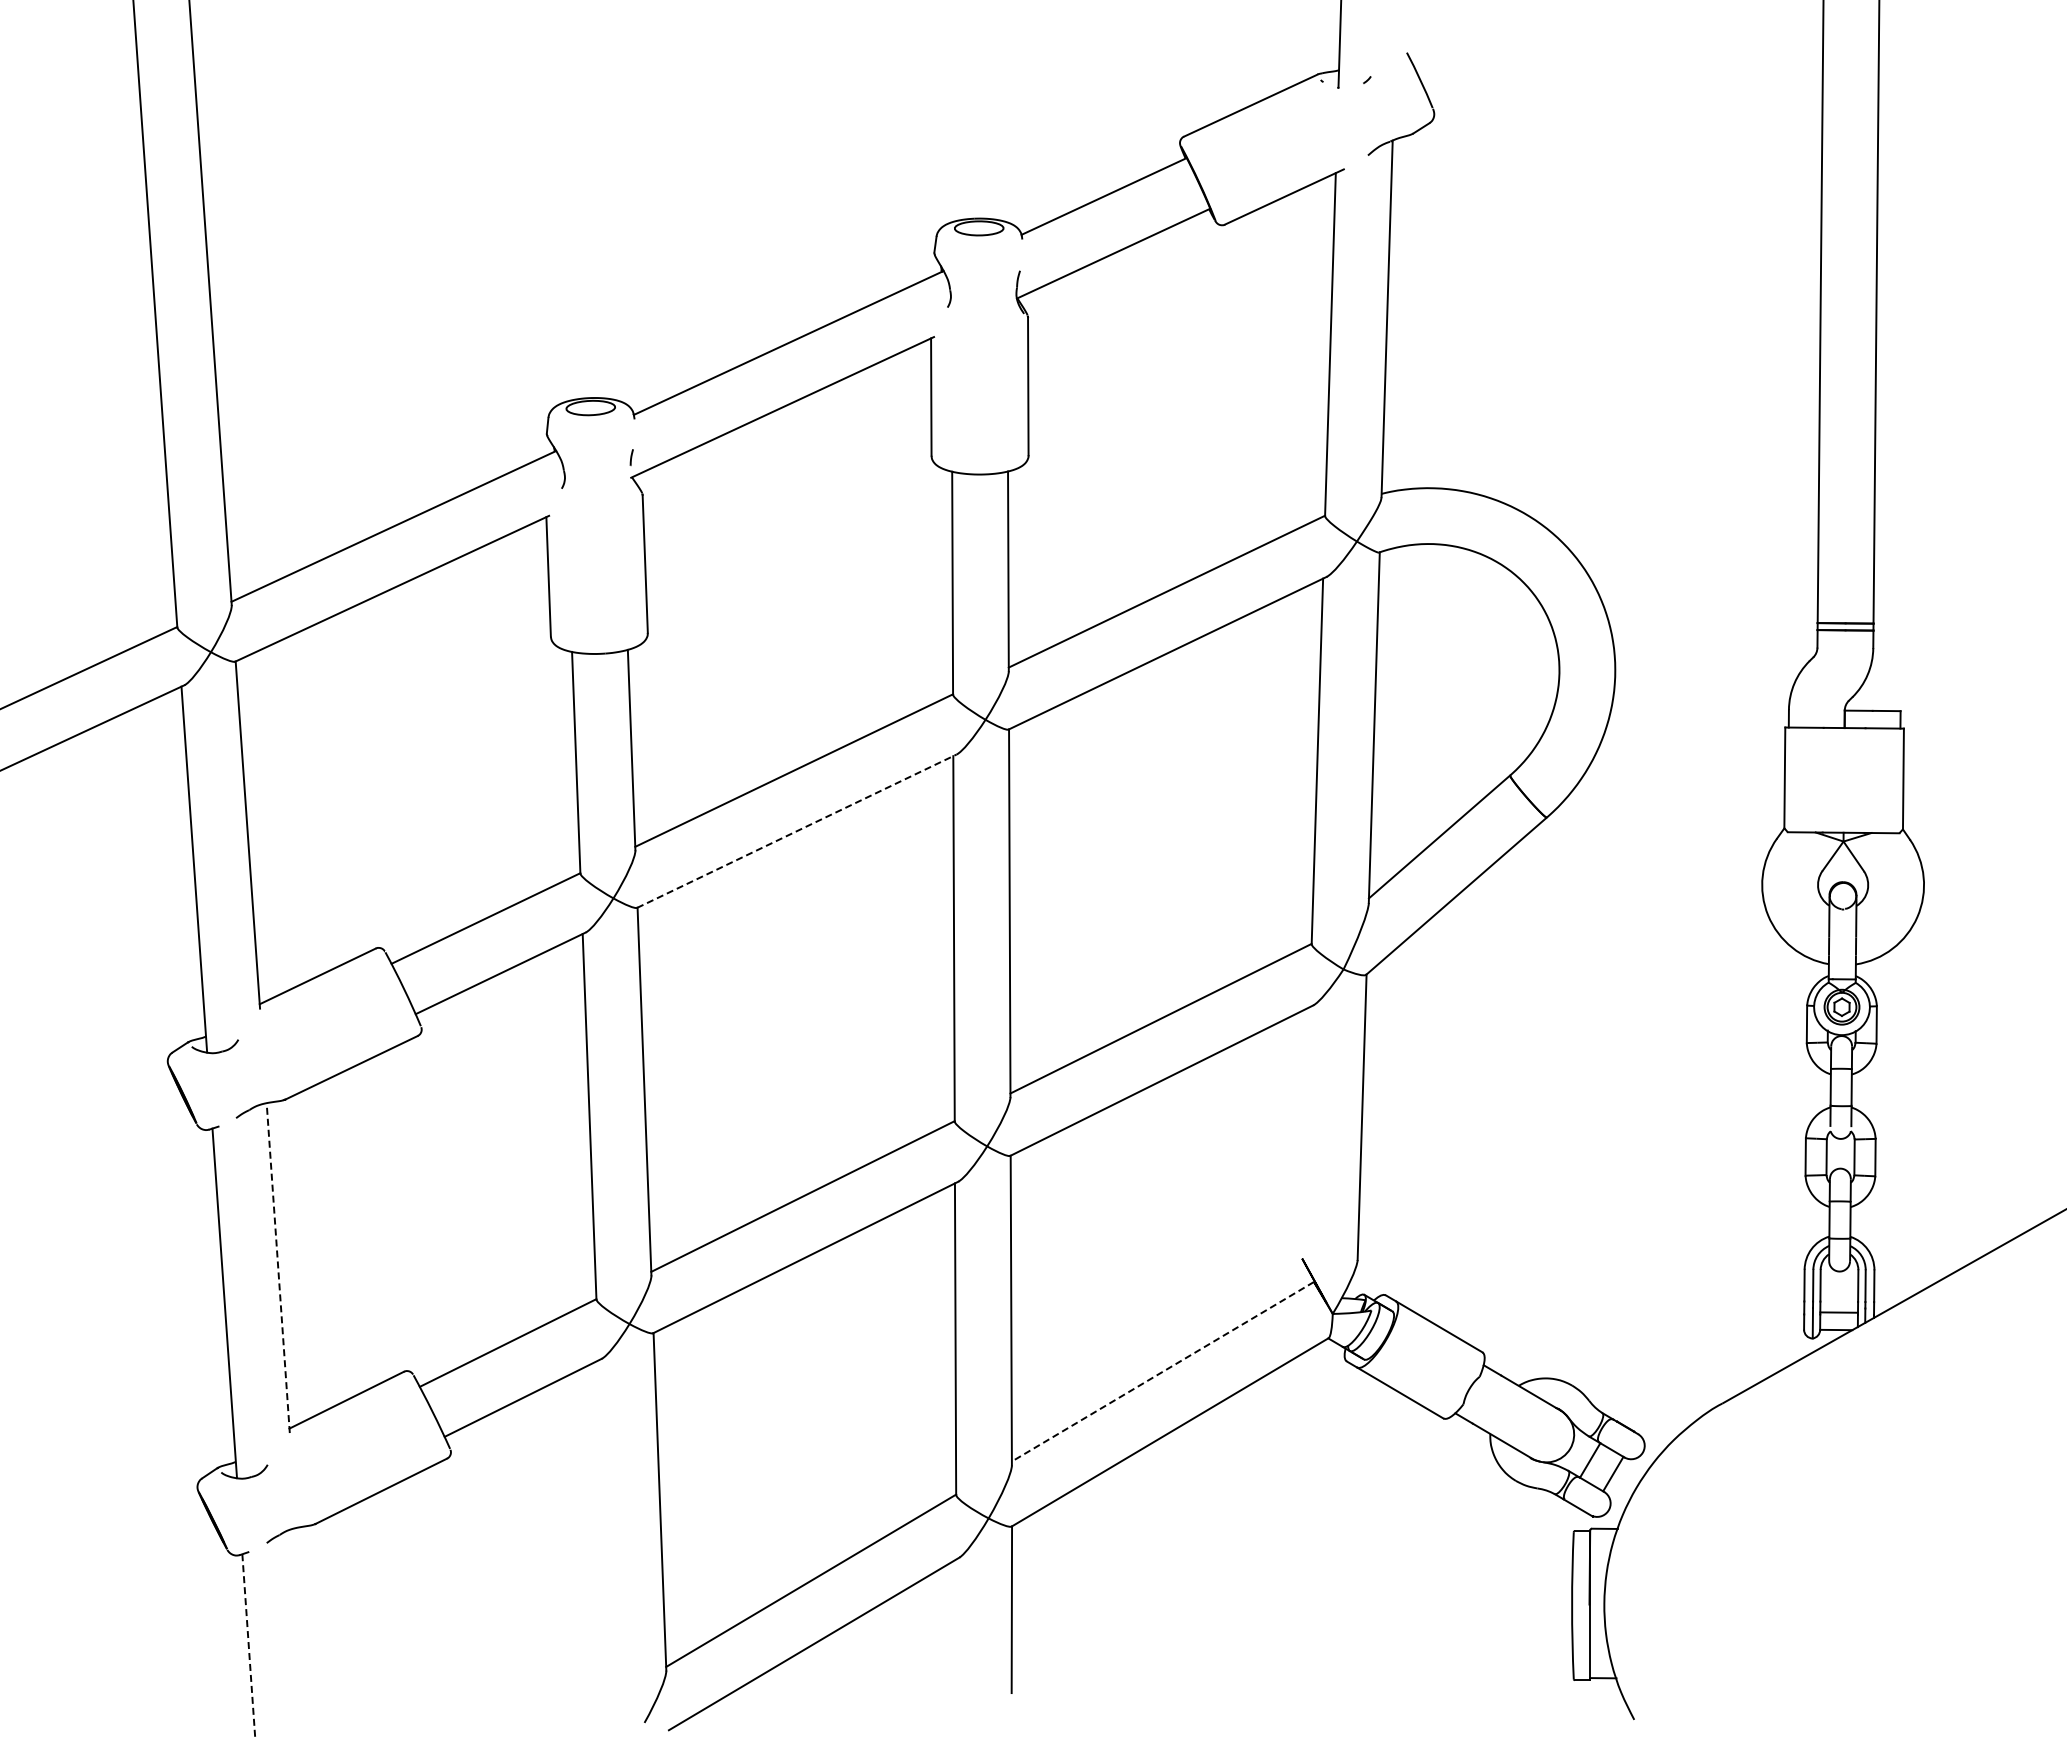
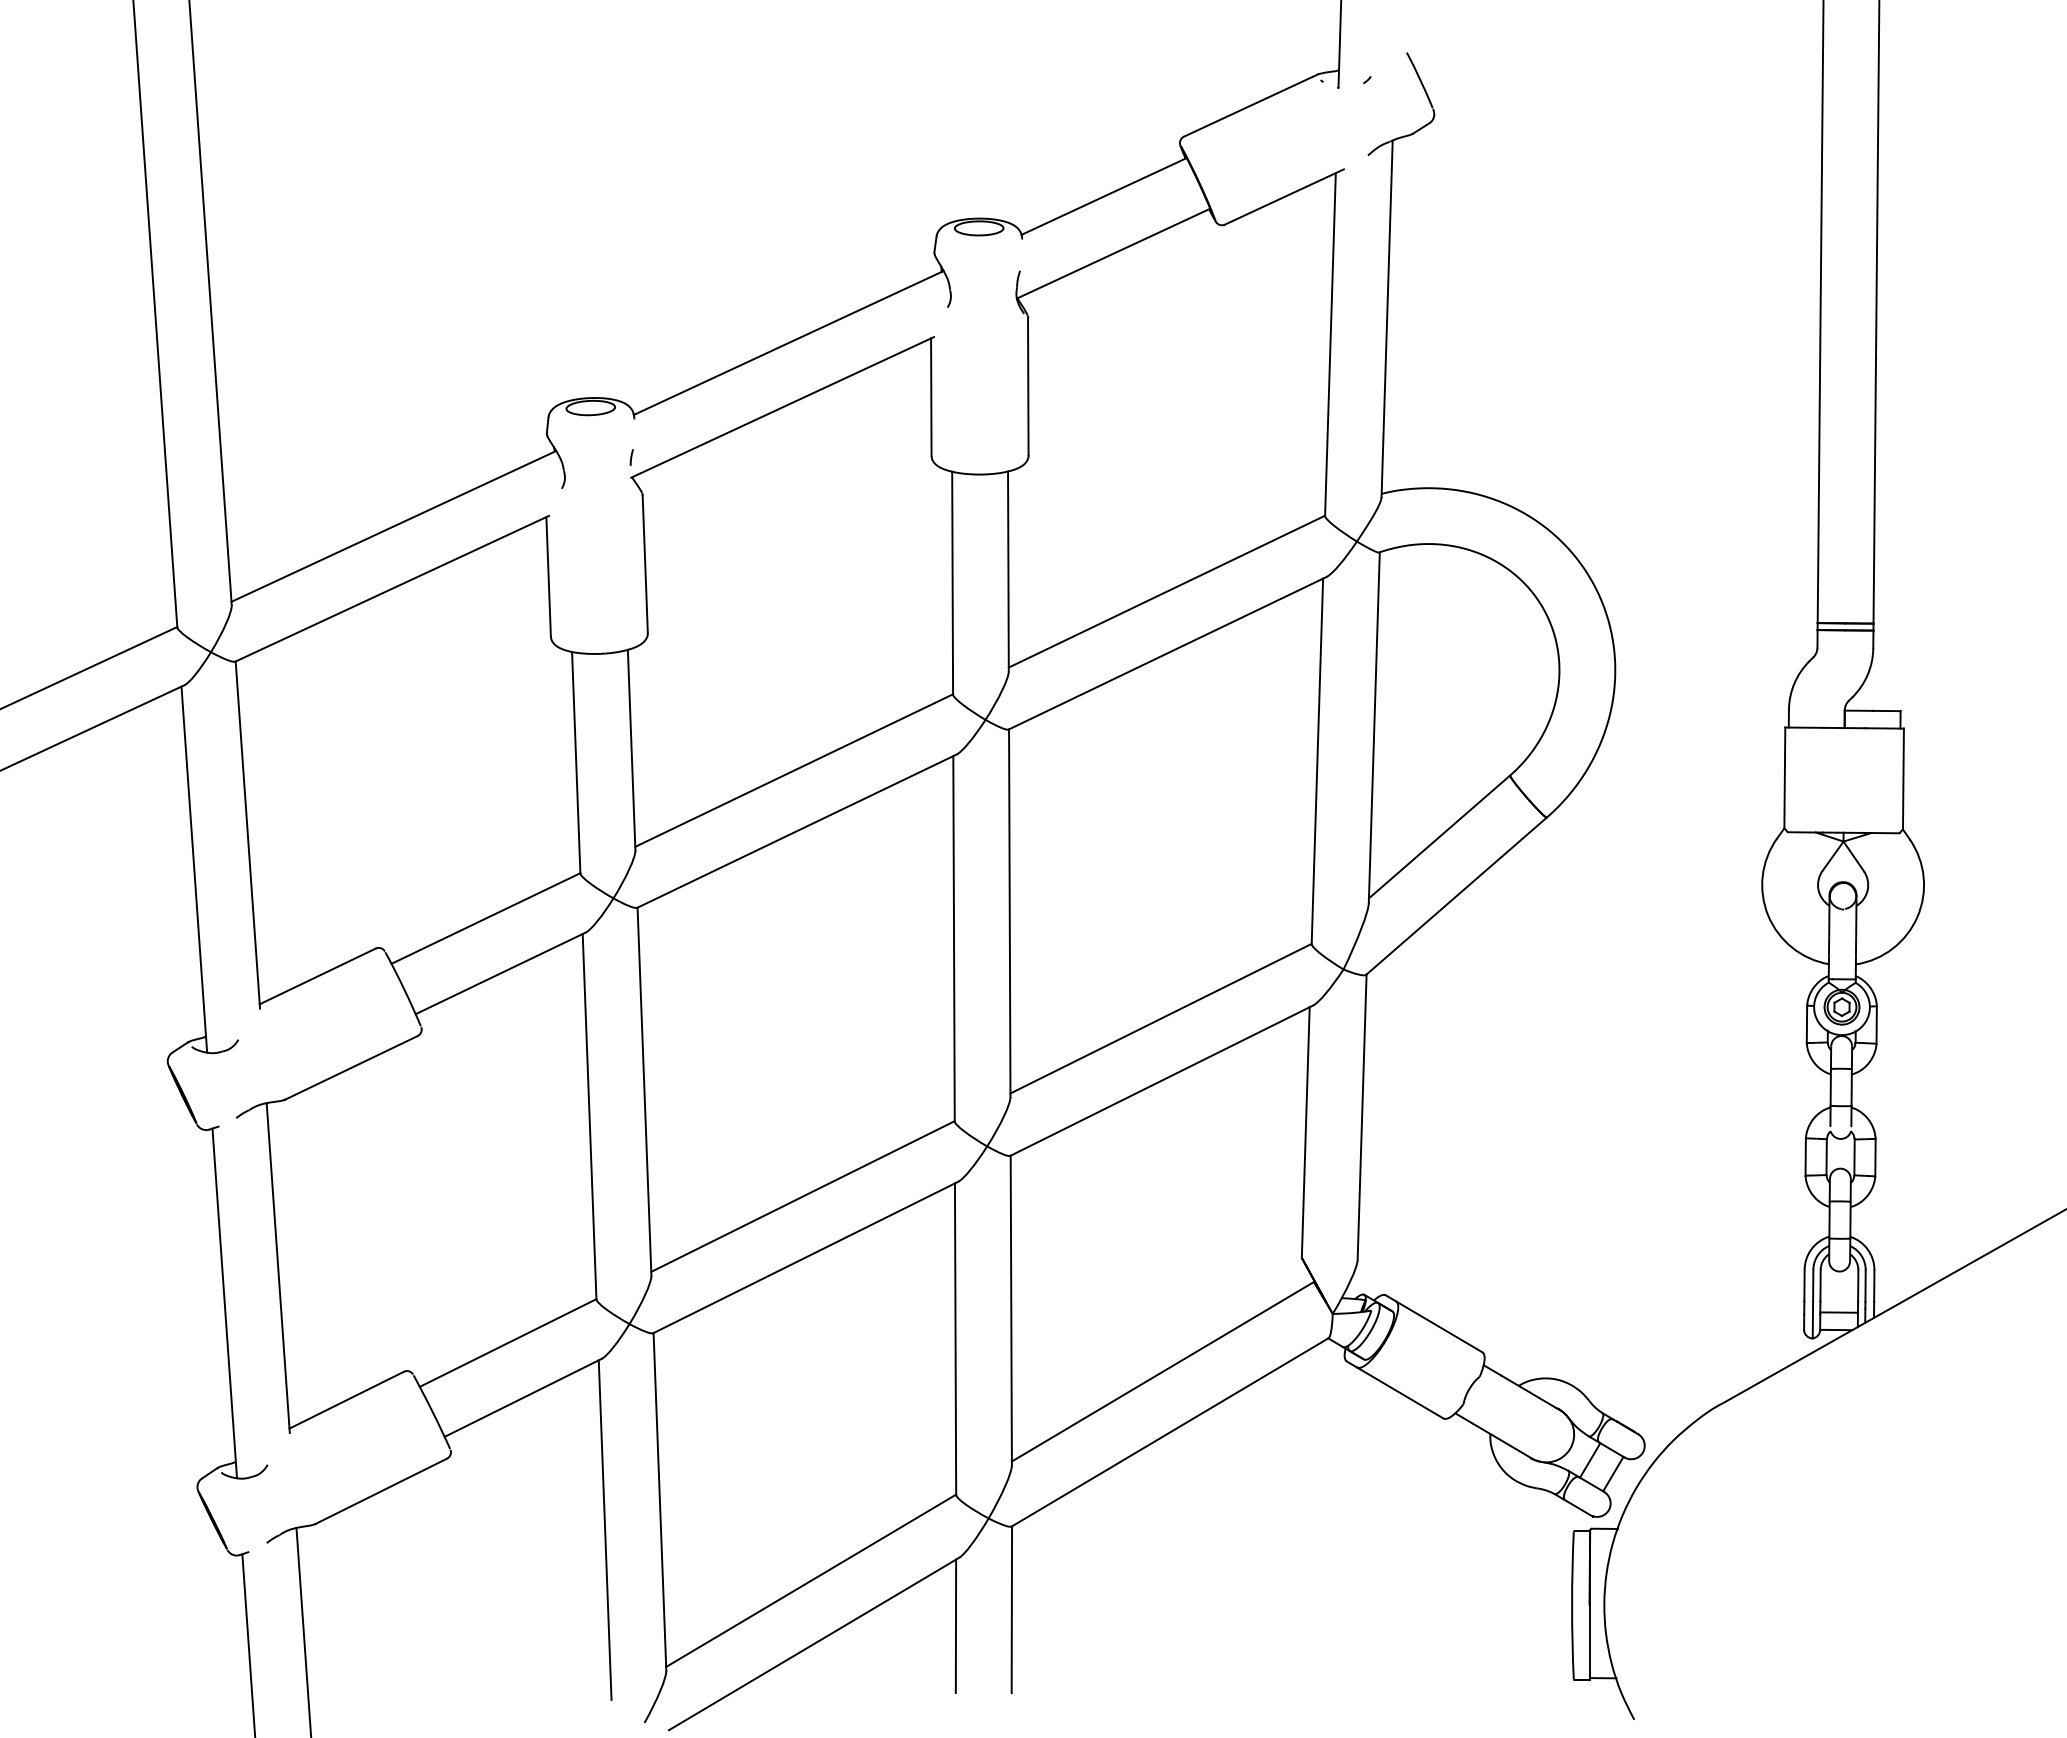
line at (797, 831): dashed -> solid
line at (1305, 1132): none -> present
line at (278, 1267): dashed -> solid
line at (1162, 1371): dashed -> solid
line at (604, 1529): none -> present
line at (955, 1625): none -> present
line at (303, 1630): none -> present
line at (248, 1645): dashed -> solid
